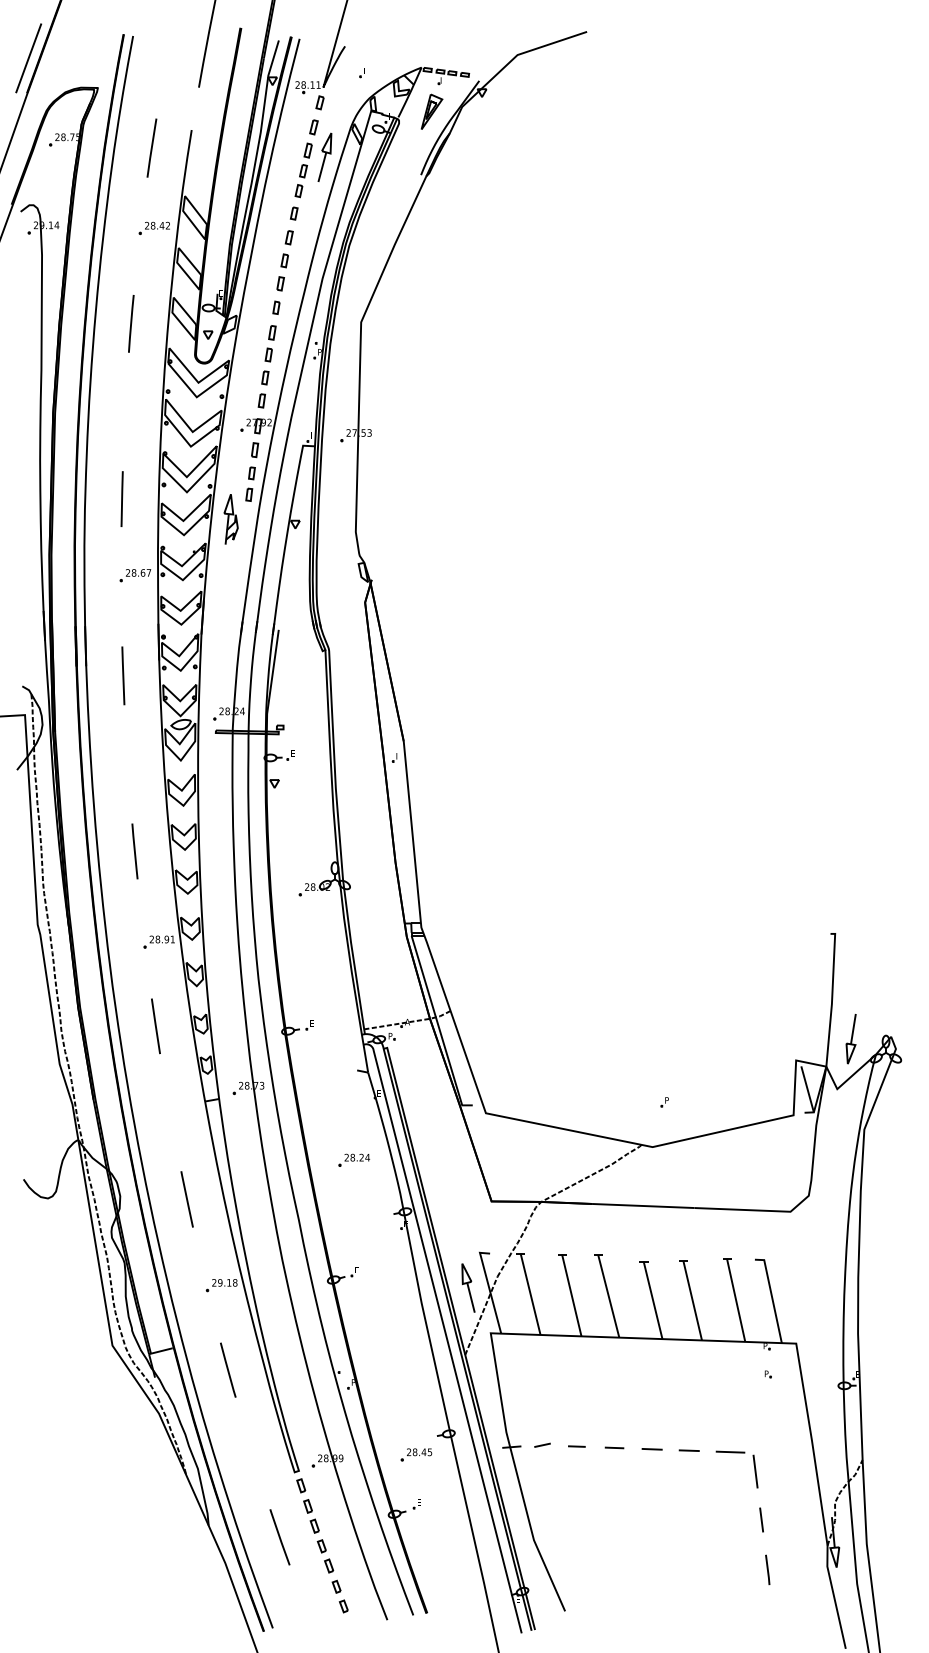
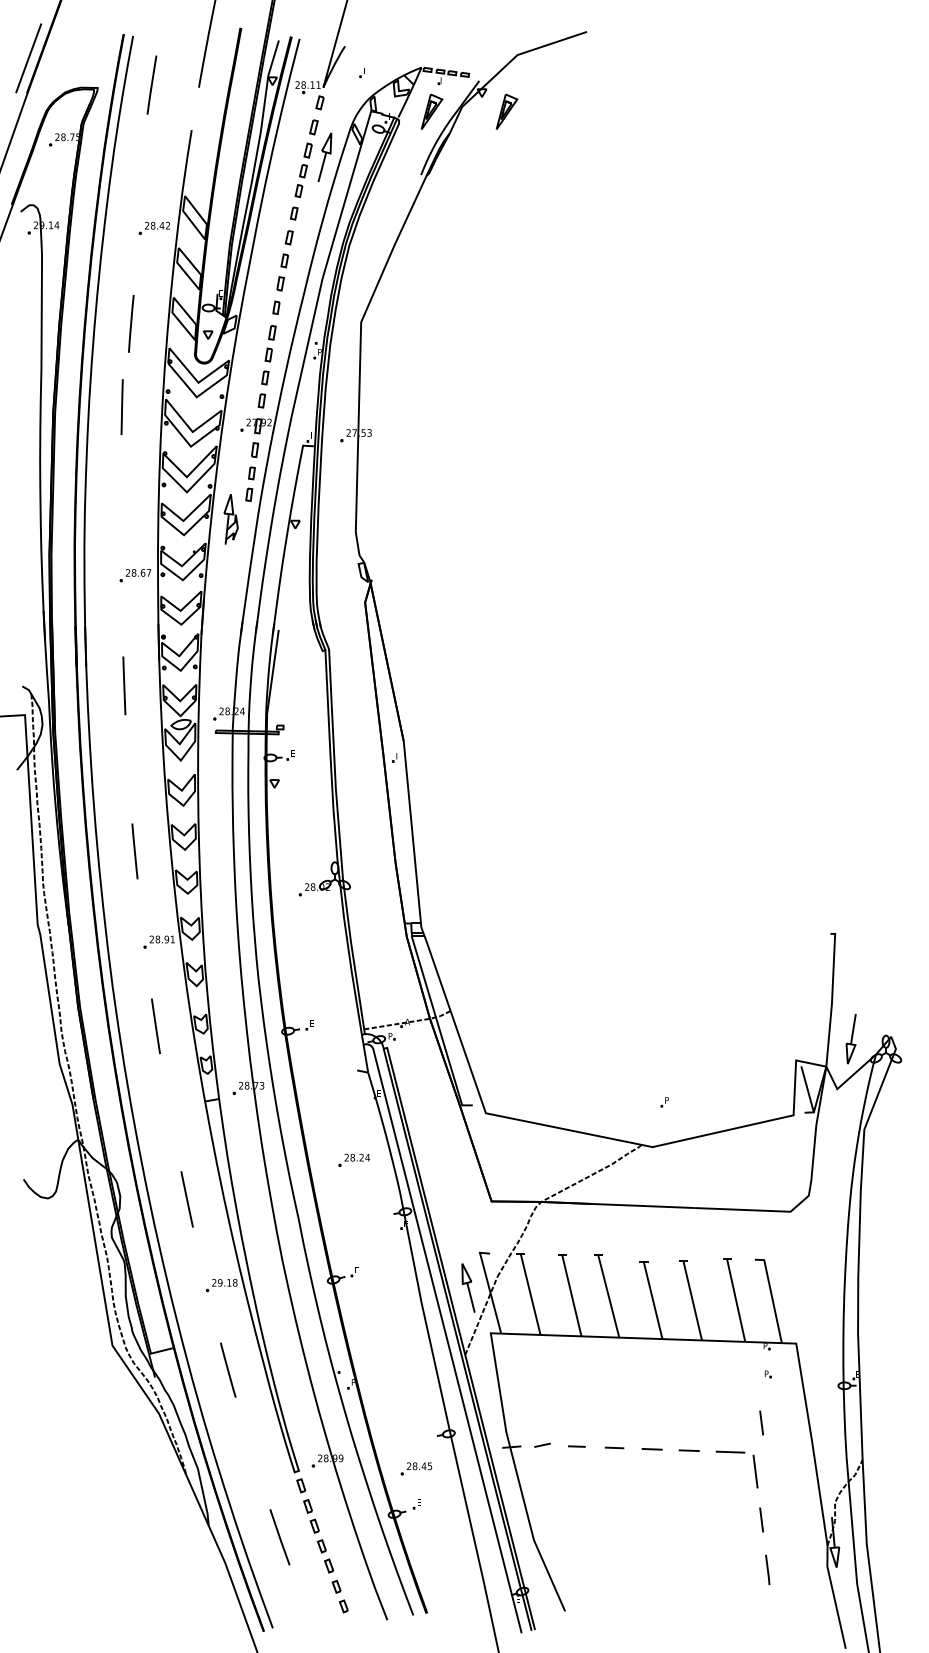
part at (506, 111): none -> present
line at (151, 147) position: (151, 147) -> (151, 84)
line at (121, 498) position: (121, 498) -> (121, 406)
line at (123, 675) position: (123, 675) -> (124, 685)
line at (761, 1422): none -> present
part at (416, 1454) position: (416, 1454) -> (416, 1468)
